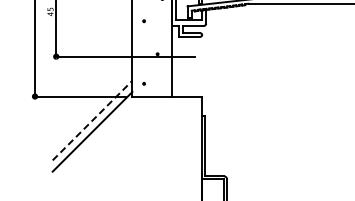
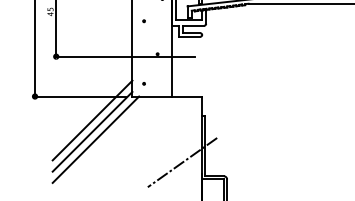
line at (92, 120): dashed -> solid
line at (95, 139): none -> present
line at (182, 162): none -> present
